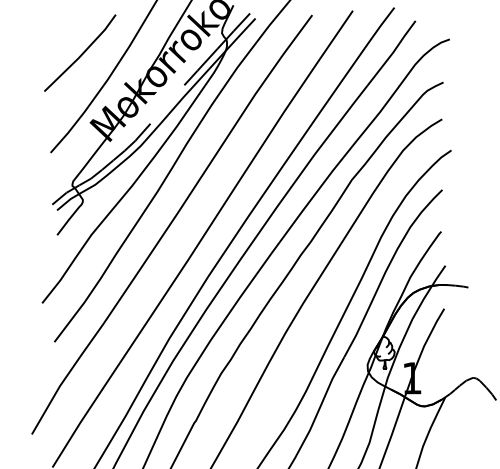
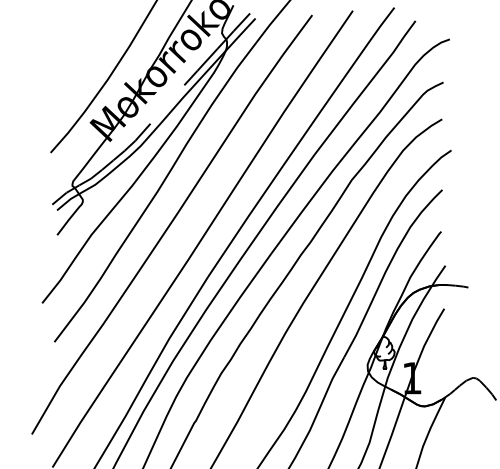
line at (81, 53): present -> none
